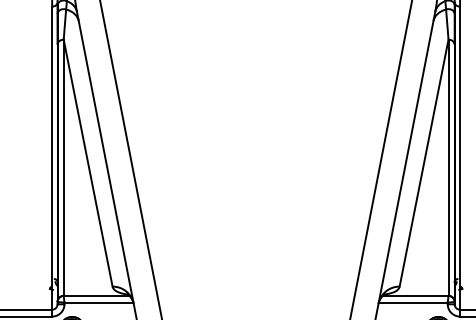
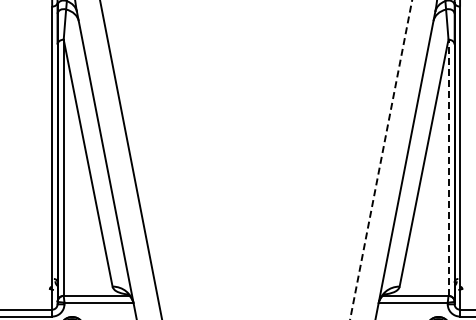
line at (381, 160): solid -> dashed
line at (448, 167): solid -> dashed
